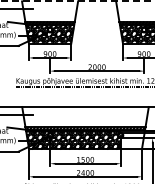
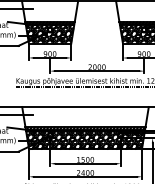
line at (77, 1): dashed -> solid
hatch at (132, 139): none -> present
